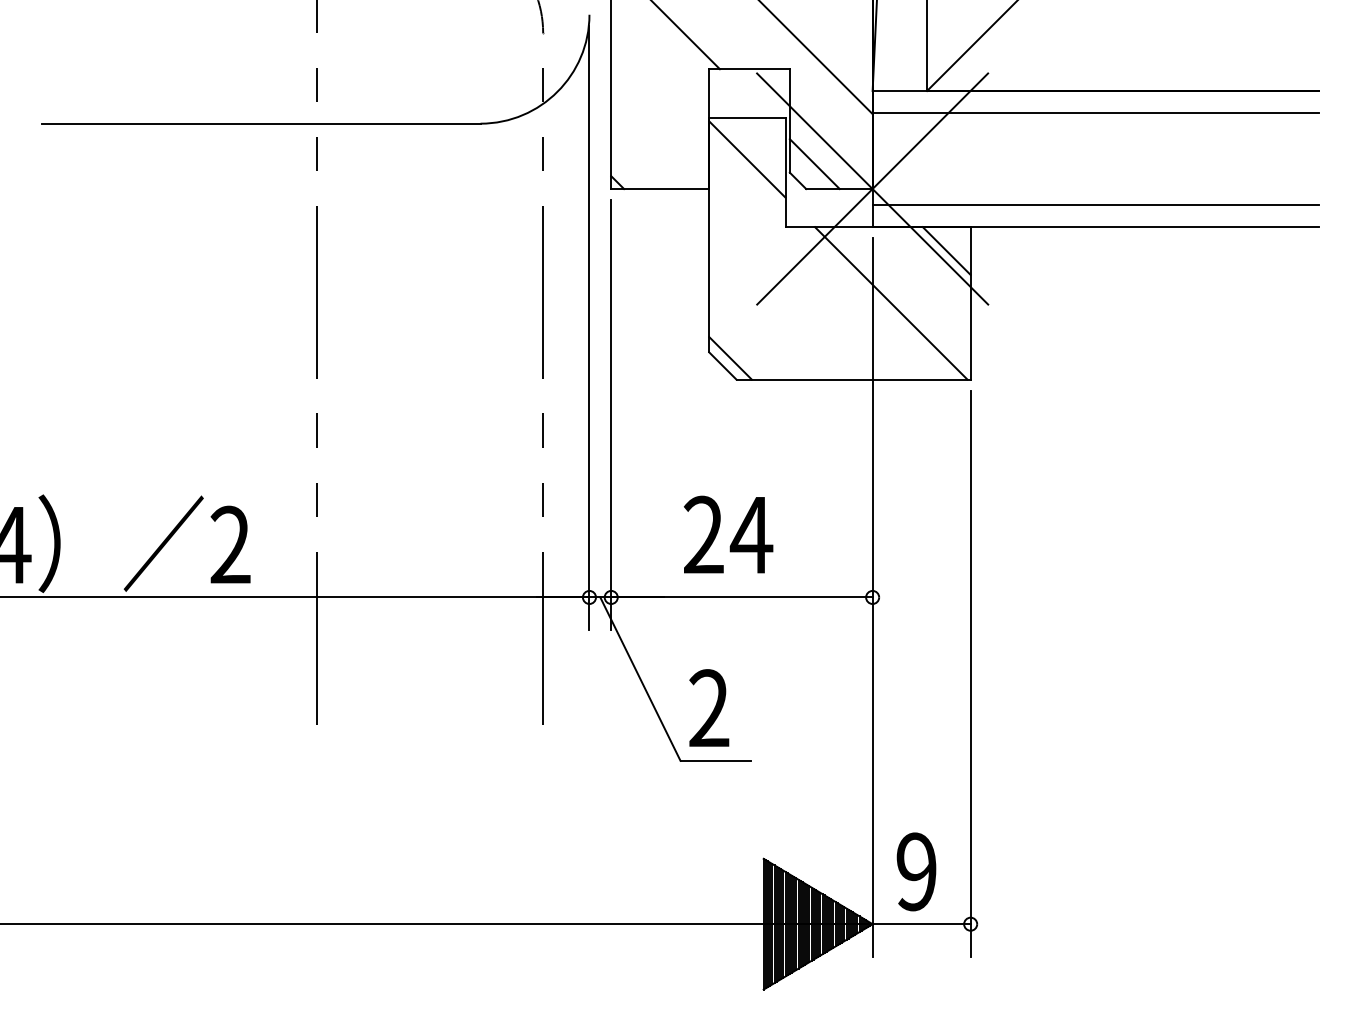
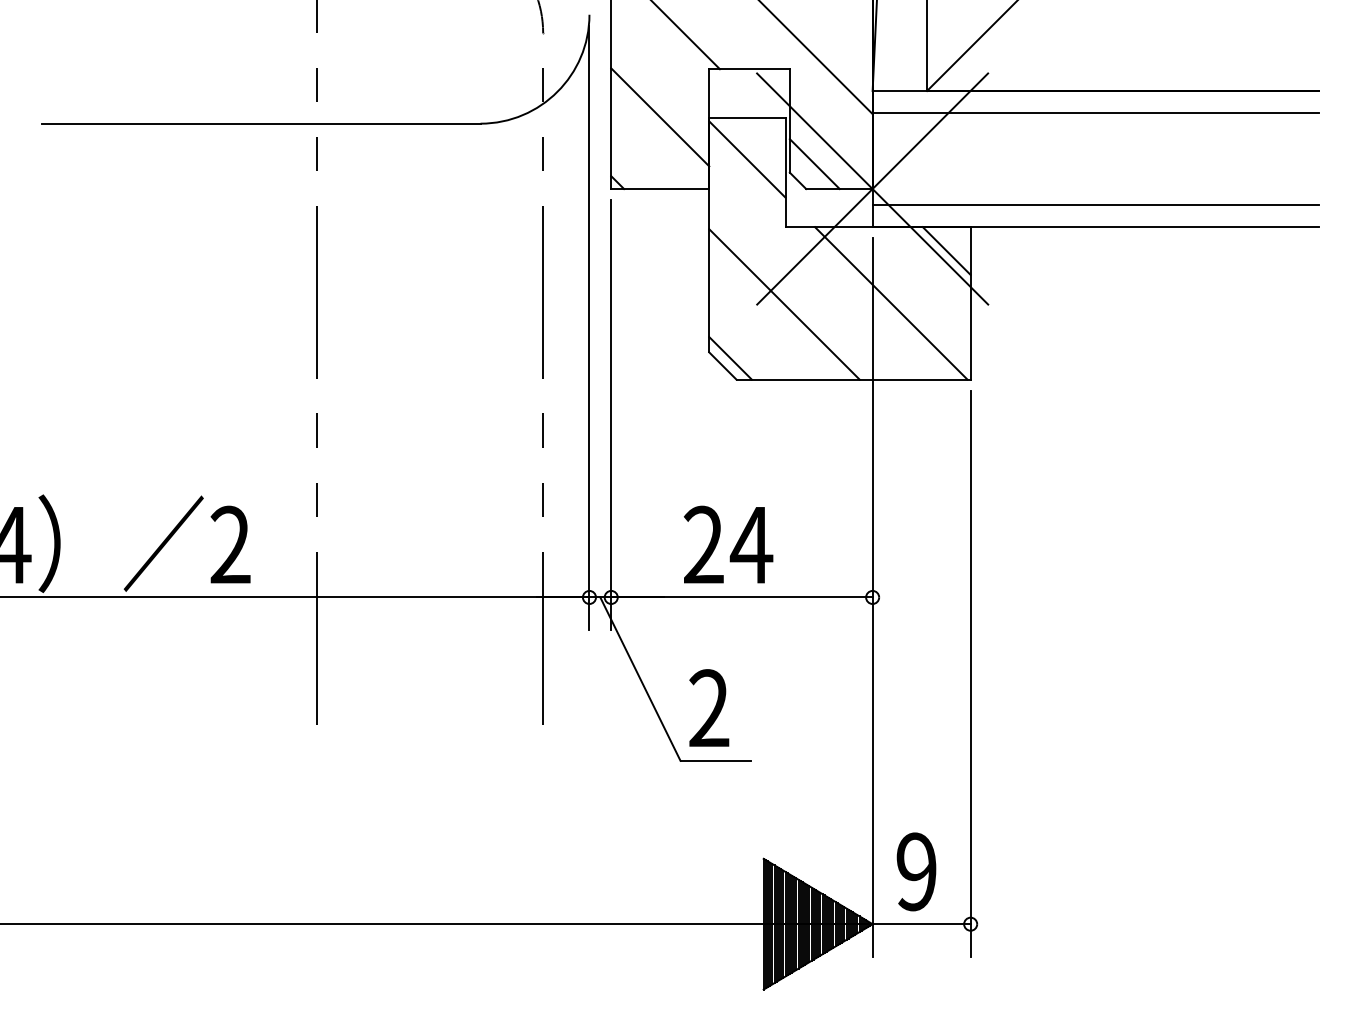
line at (660, 117): none -> present
line at (784, 304): none -> present
text at (728, 534) position: (728, 534) -> (728, 544)
